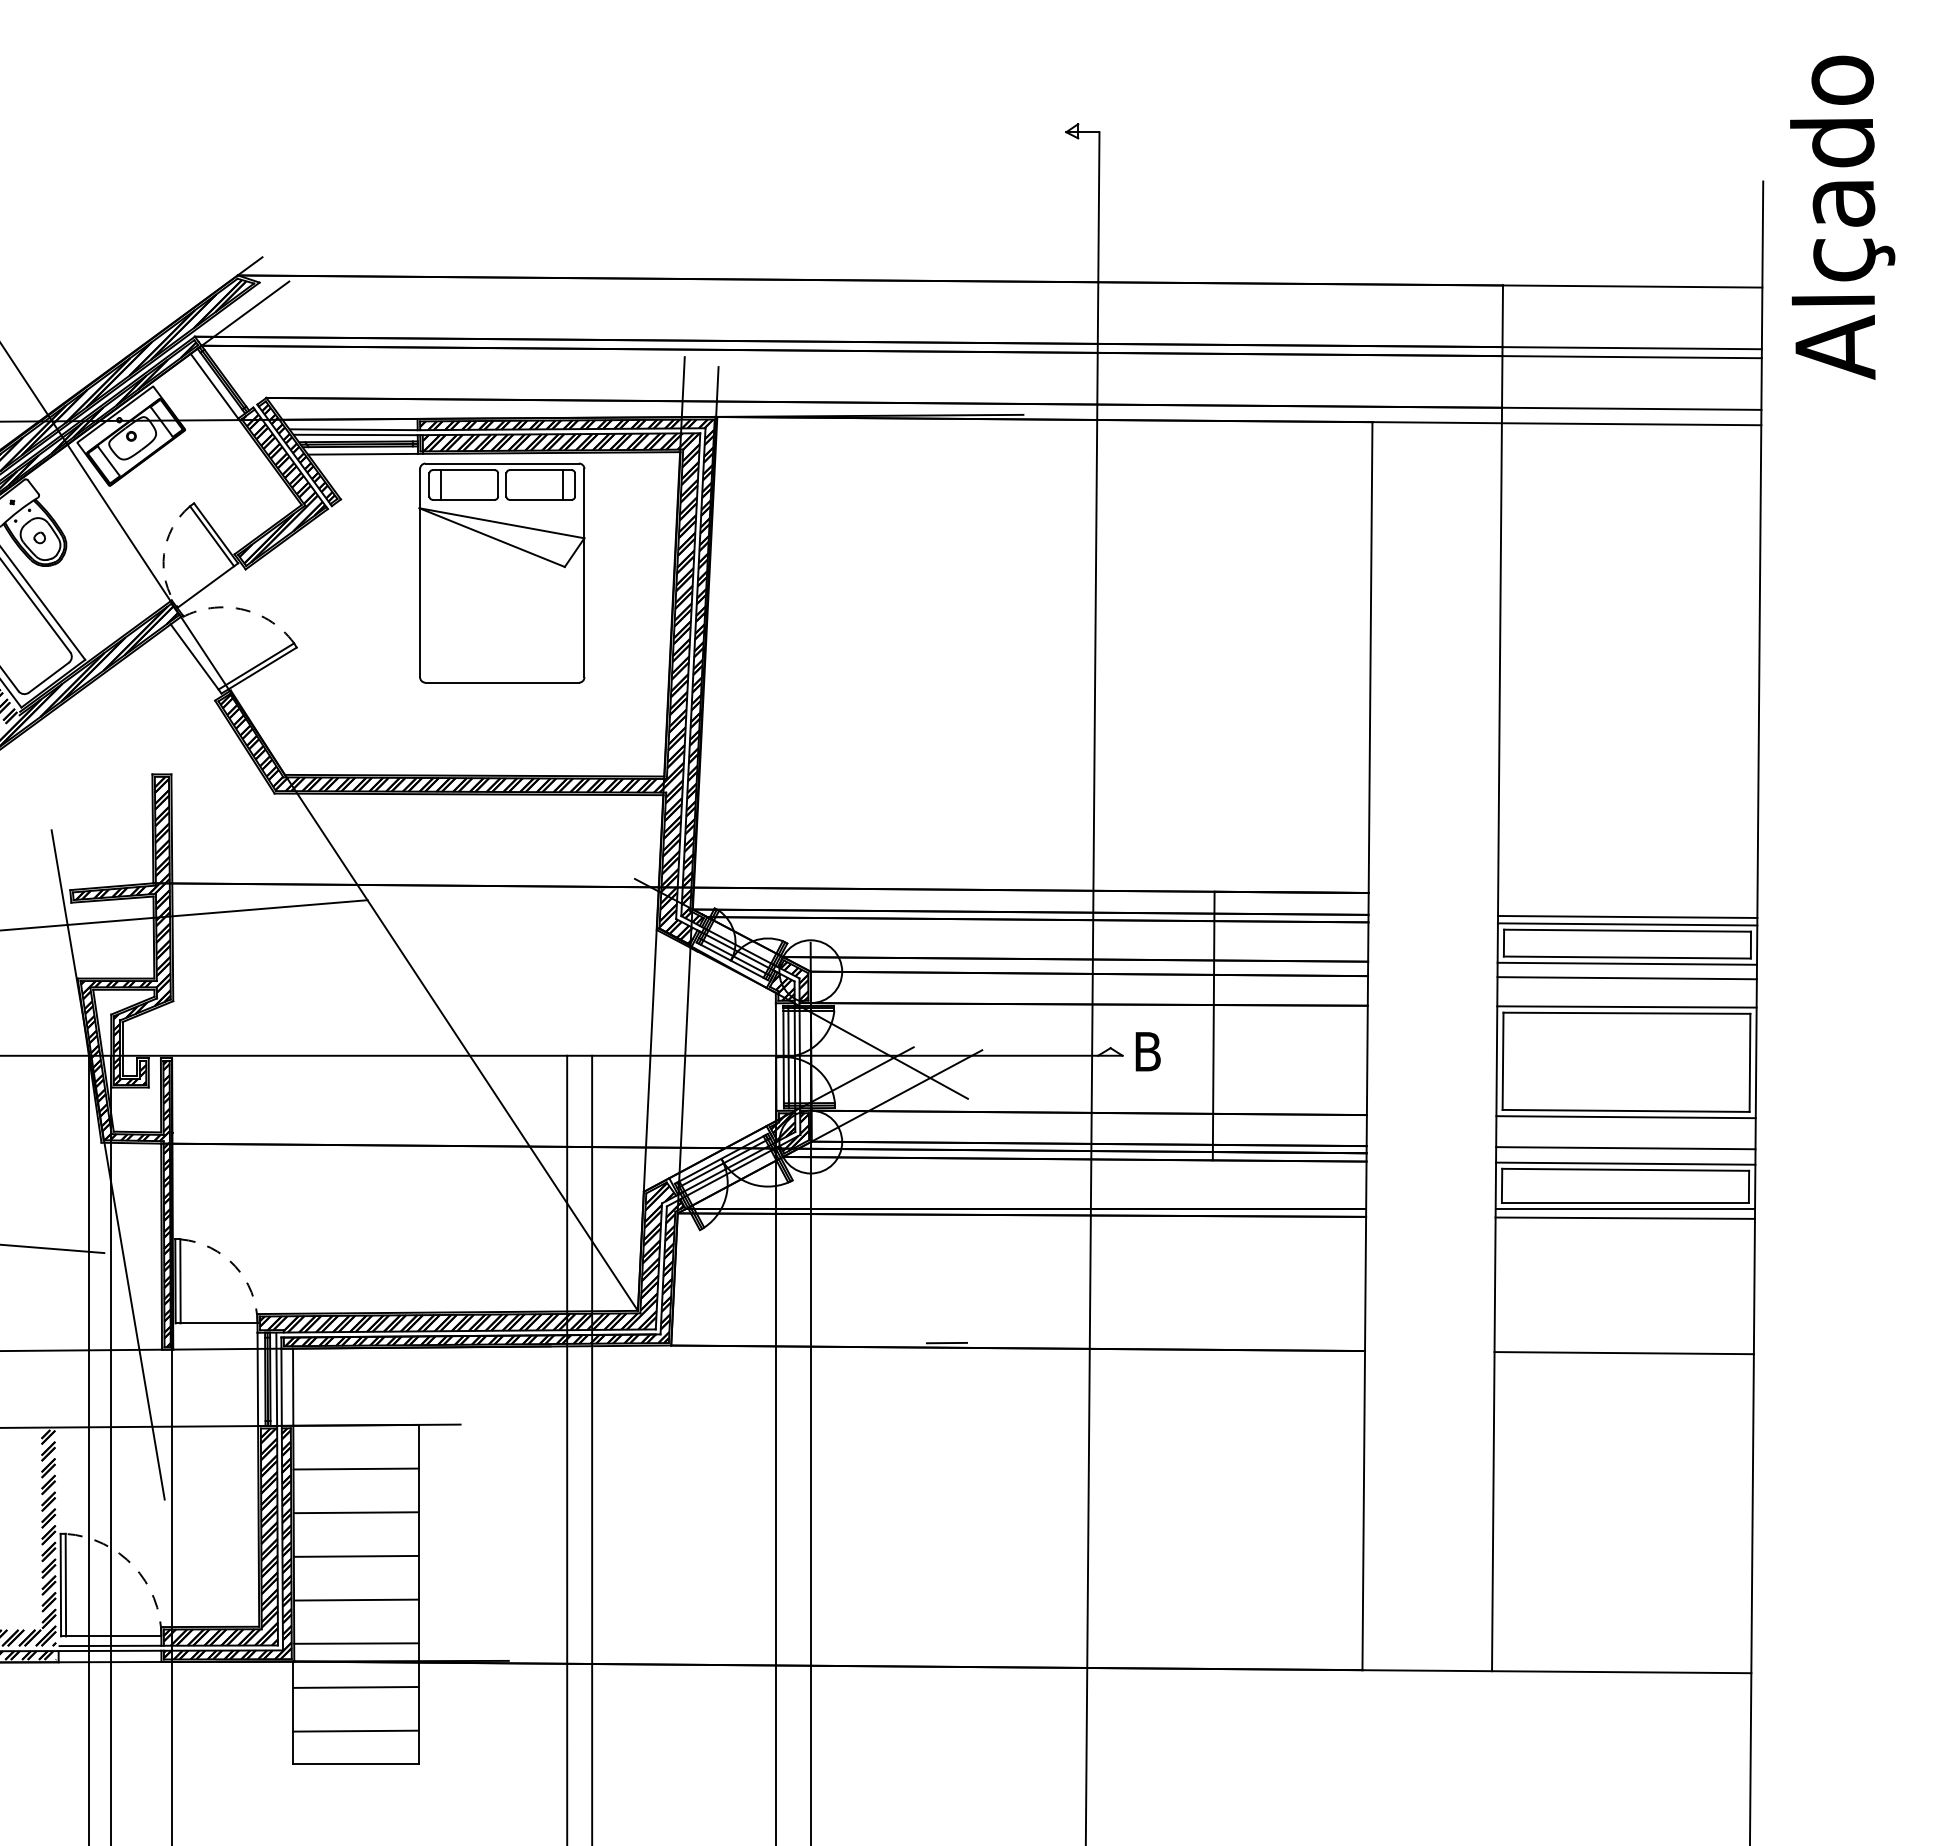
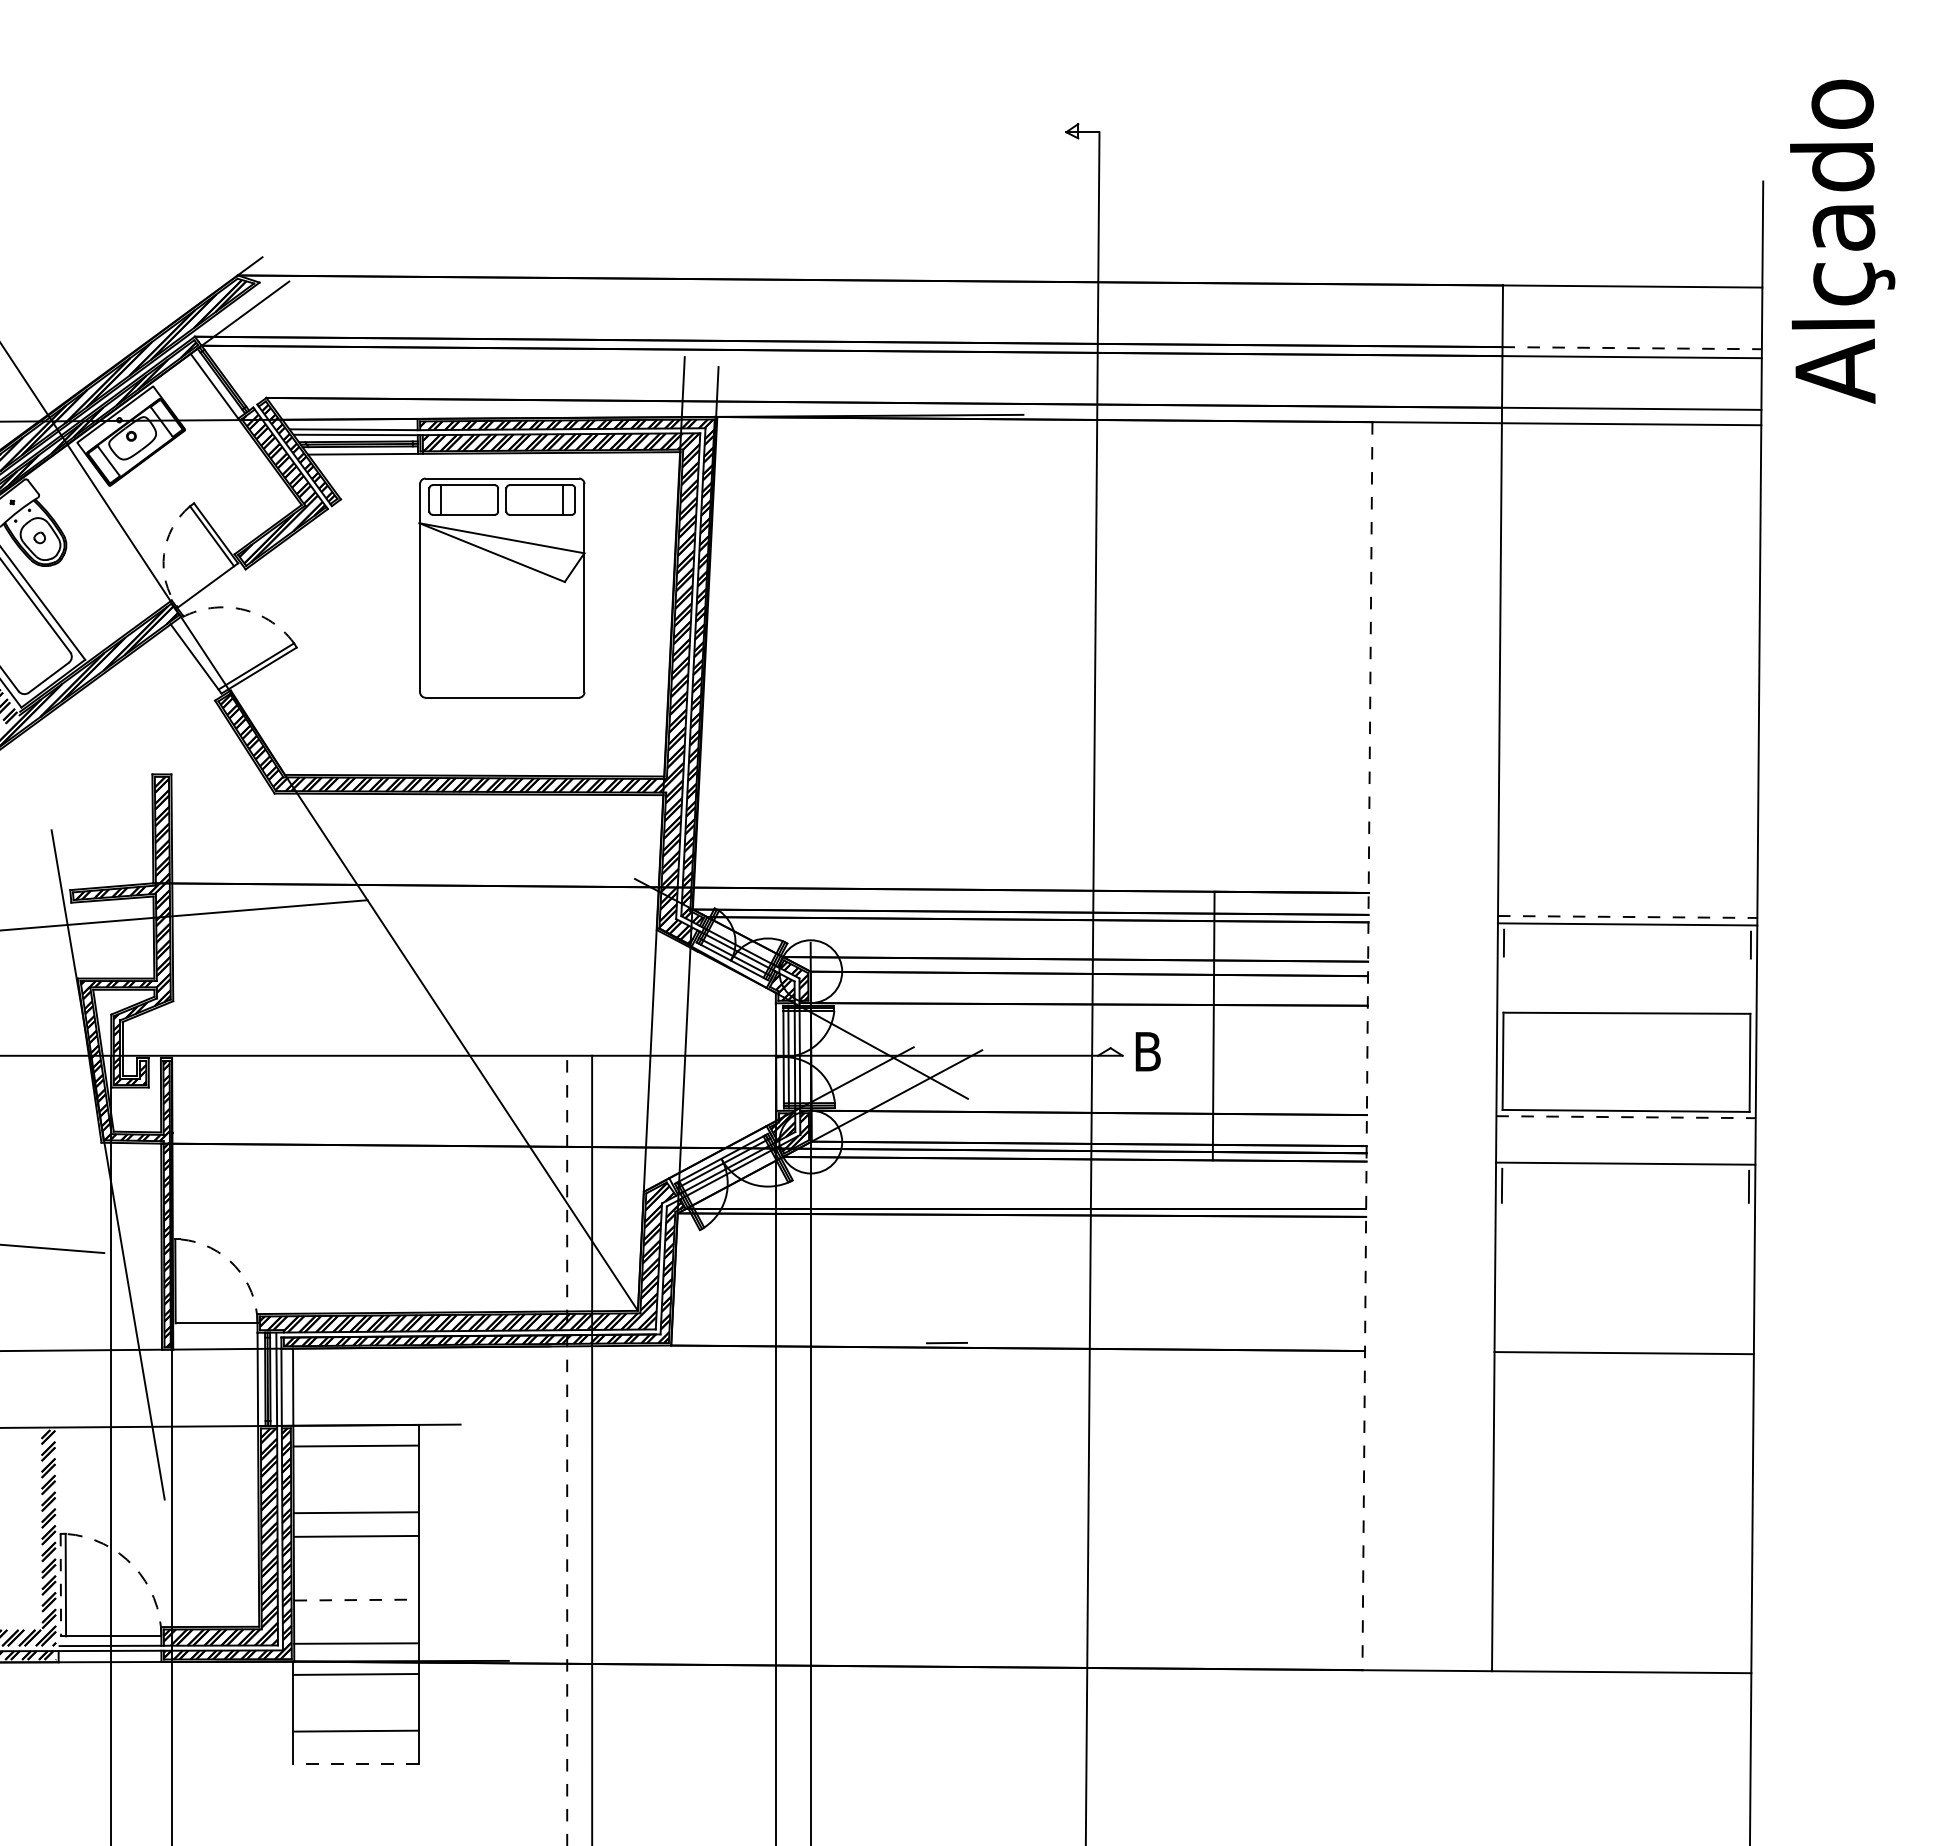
text at (1842, 217) position: (1842, 217) -> (1842, 241)
line at (1632, 348): solid -> dashed
part at (501, 572) position: (501, 572) -> (501, 587)
line at (1627, 916): solid -> dashed
line at (1627, 930): present -> none
line at (1626, 957): present -> none
line at (1626, 963): present -> none
line at (1626, 978): present -> none
line at (1626, 1006): present -> none
line at (1367, 1046): solid -> dashed
line at (1626, 1117): solid -> dashed
line at (1625, 1148): present -> none
line at (1625, 1169): present -> none
line at (1624, 1202): present -> none
line at (1625, 1209): present -> none
line at (1624, 1217): present -> none
line at (180, 1281): present -> none
line at (88, 1448): present -> none
line at (567, 1450): solid -> dashed
line at (355, 1468) position: (355, 1468) -> (355, 1445)
line at (356, 1555) position: (356, 1555) -> (356, 1535)
line at (60, 1585): solid -> dashed
line at (357, 1600): solid -> dashed
line at (355, 1687) position: (355, 1687) -> (355, 1674)
line at (356, 1763): solid -> dashed
